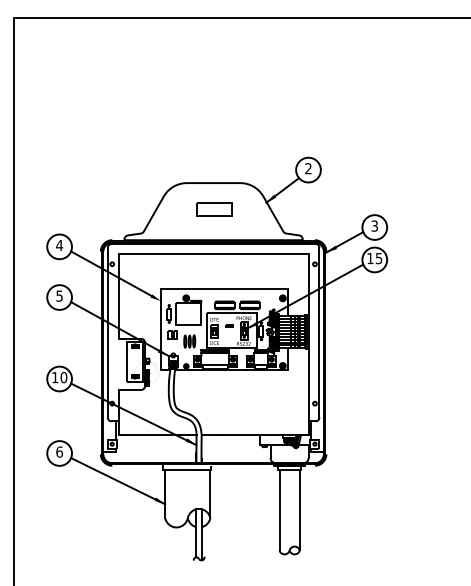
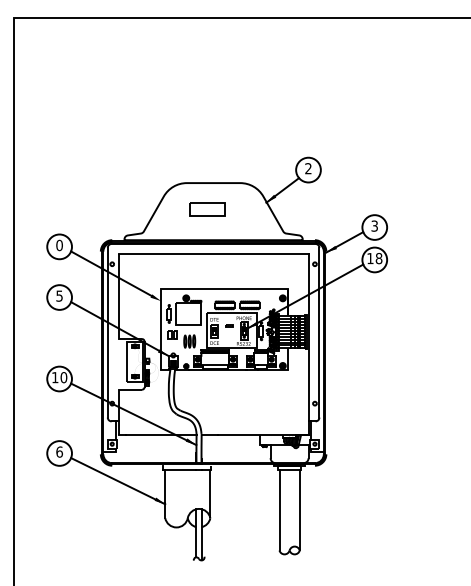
part at (214, 209) position: (214, 209) -> (207, 209)
text at (59, 245): 4 -> 0
text at (378, 258): 15 -> 18
